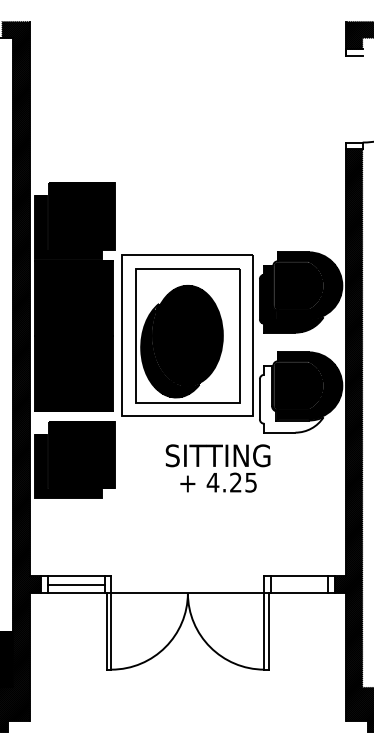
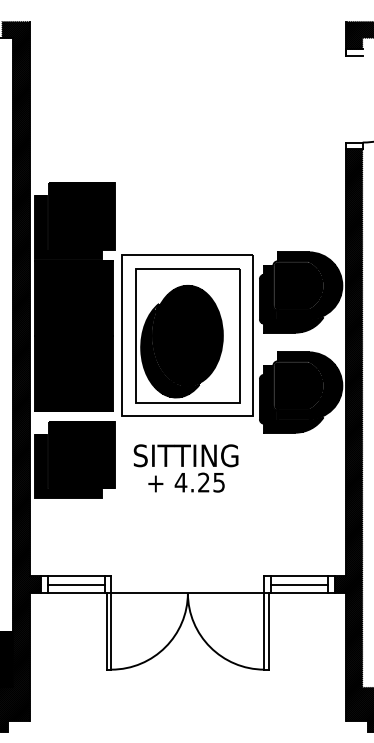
hatch at (291, 399): none -> present
text at (217, 468) position: (217, 468) -> (185, 468)
line at (299, 584): none -> present
